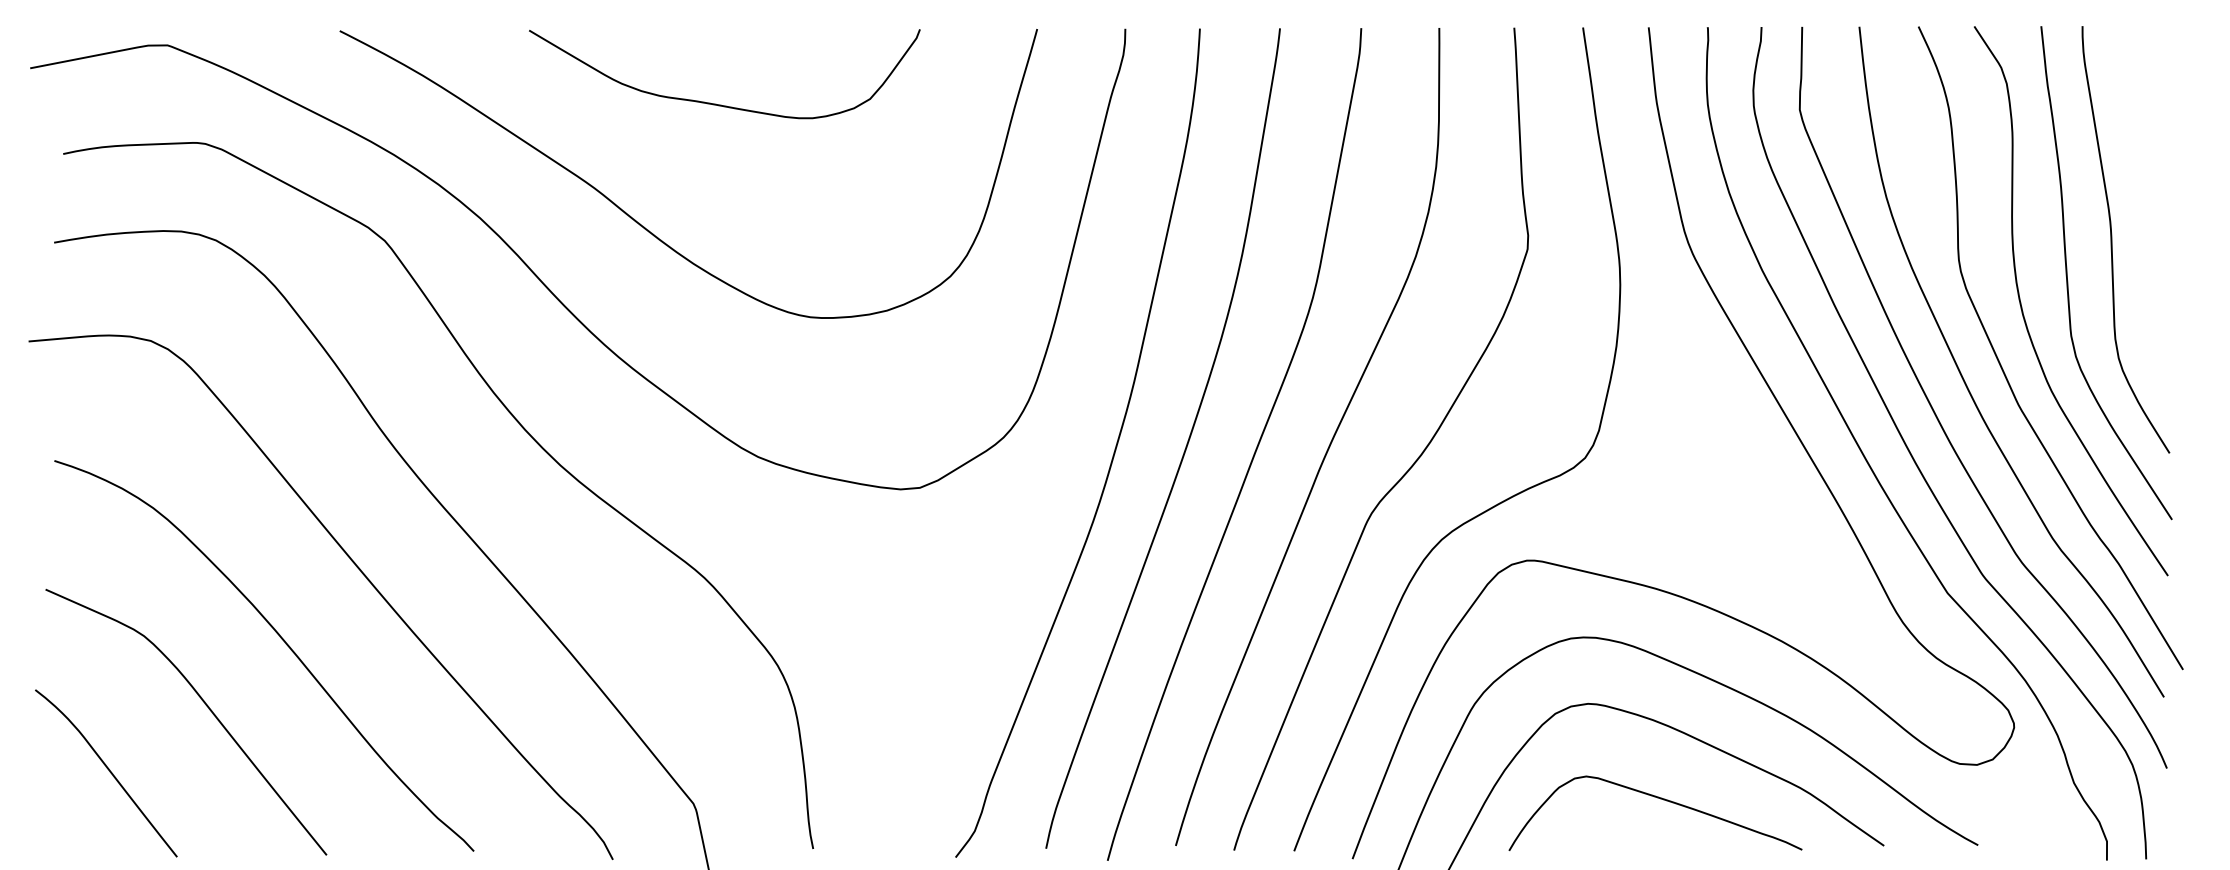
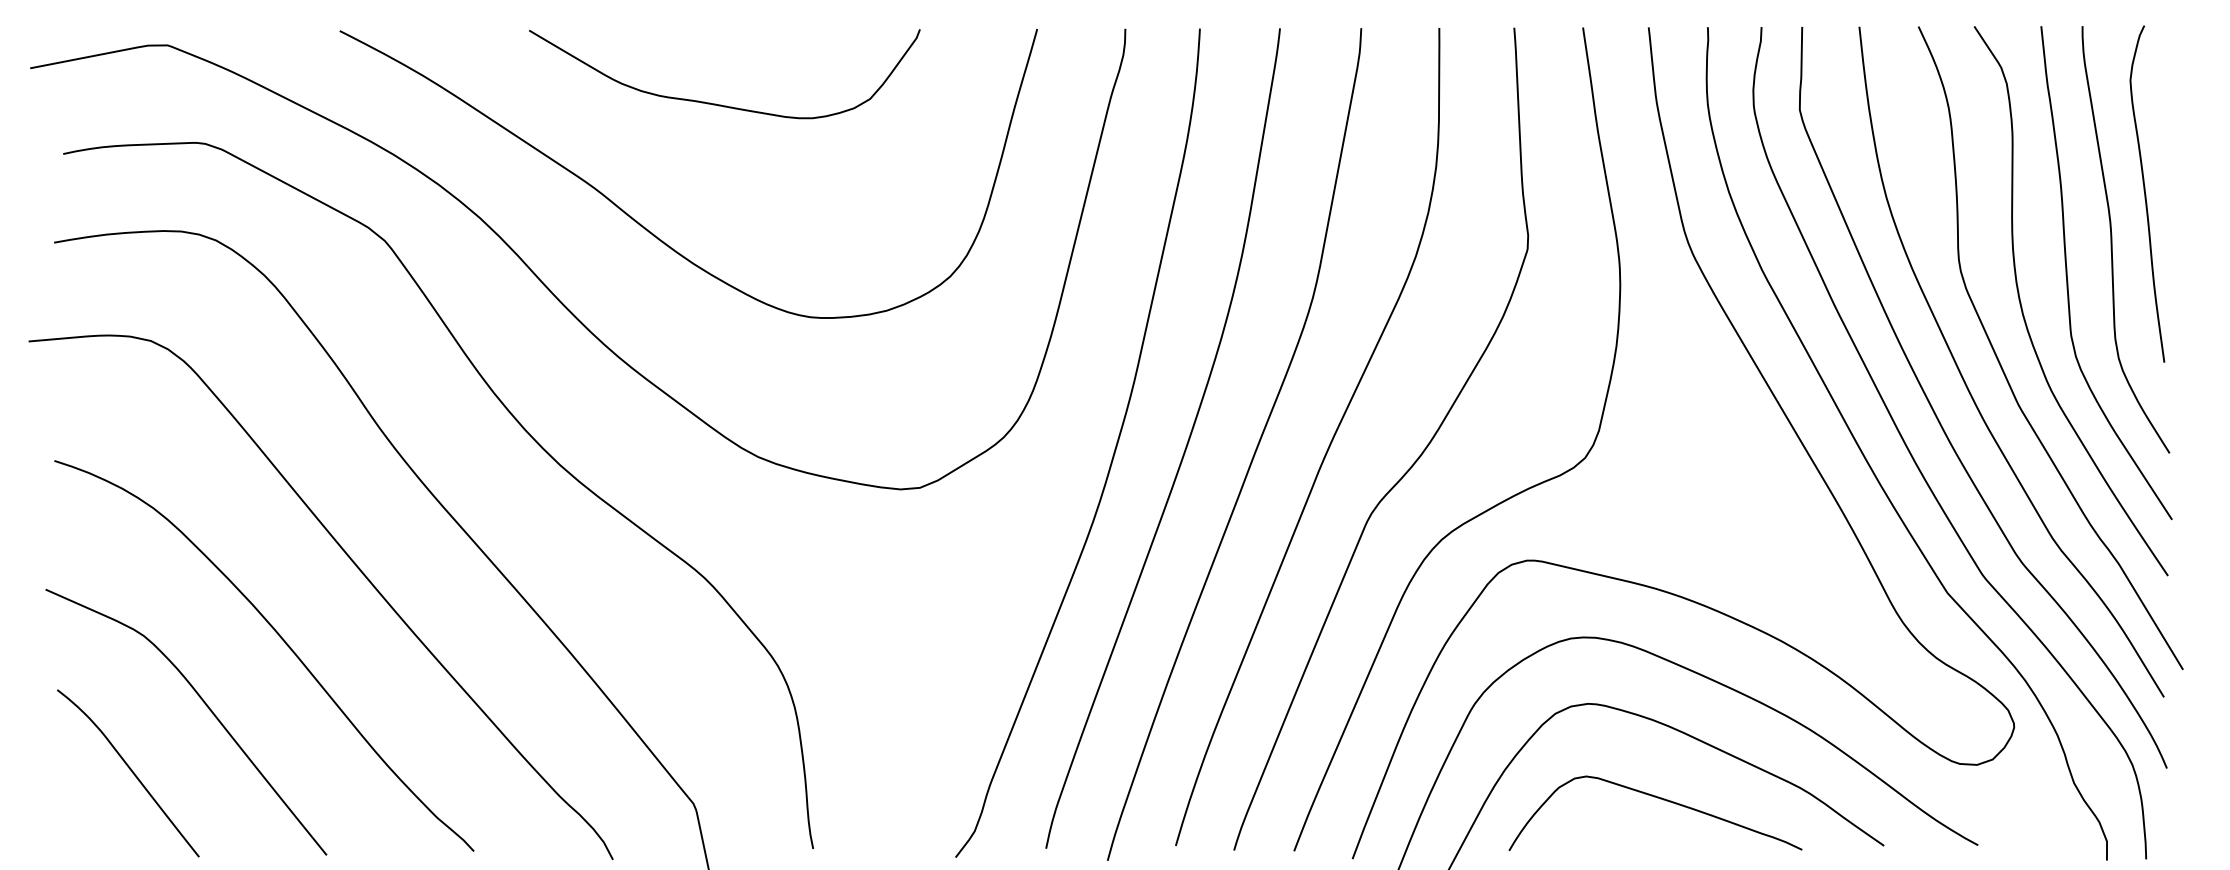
curve at (2146, 194): none -> present
curve at (109, 772) position: (109, 772) -> (131, 772)
